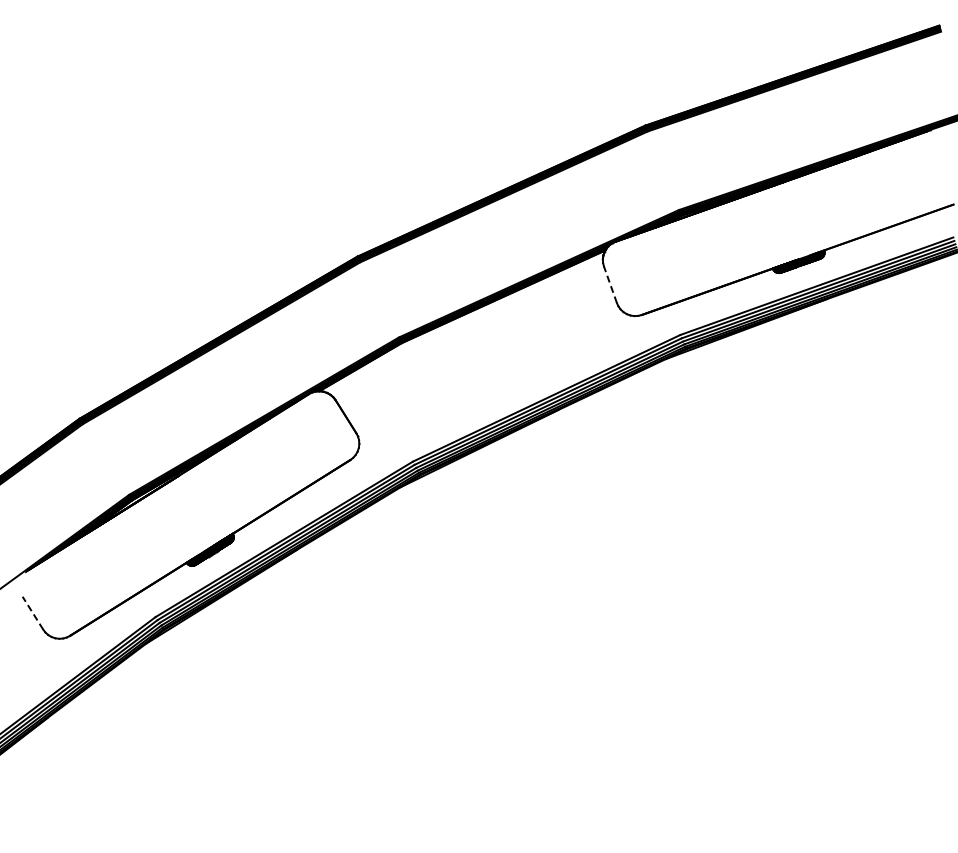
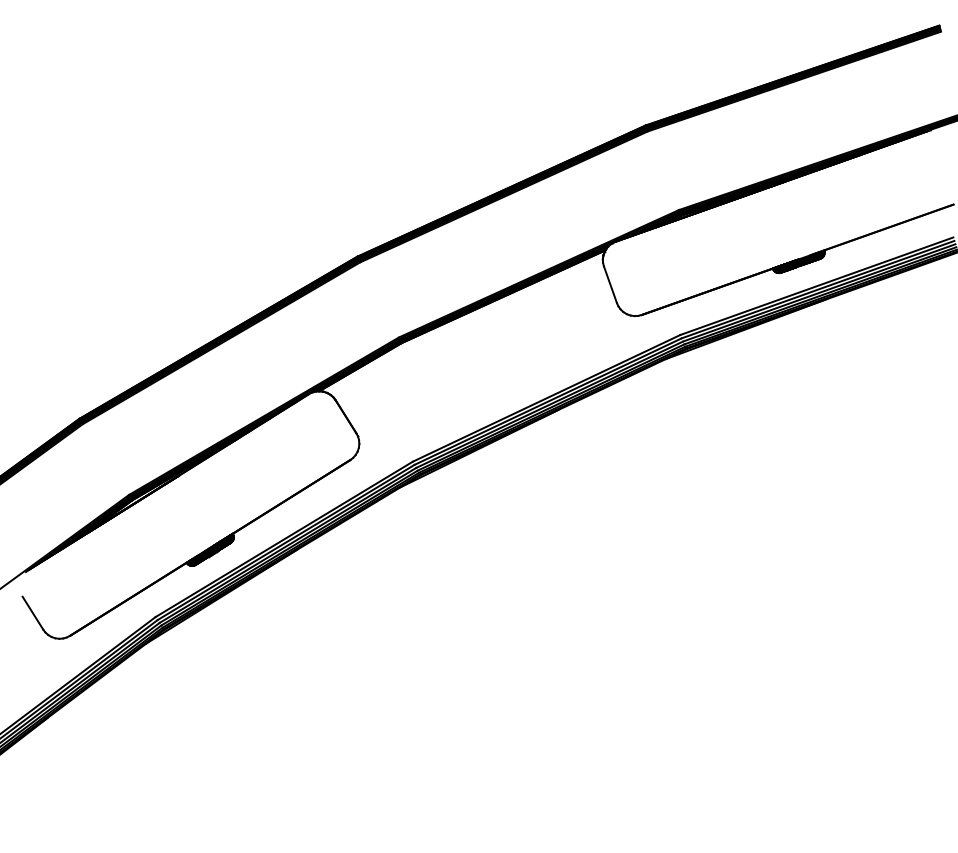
line at (610, 284): dashed -> solid
line at (32, 612): dashed -> solid
